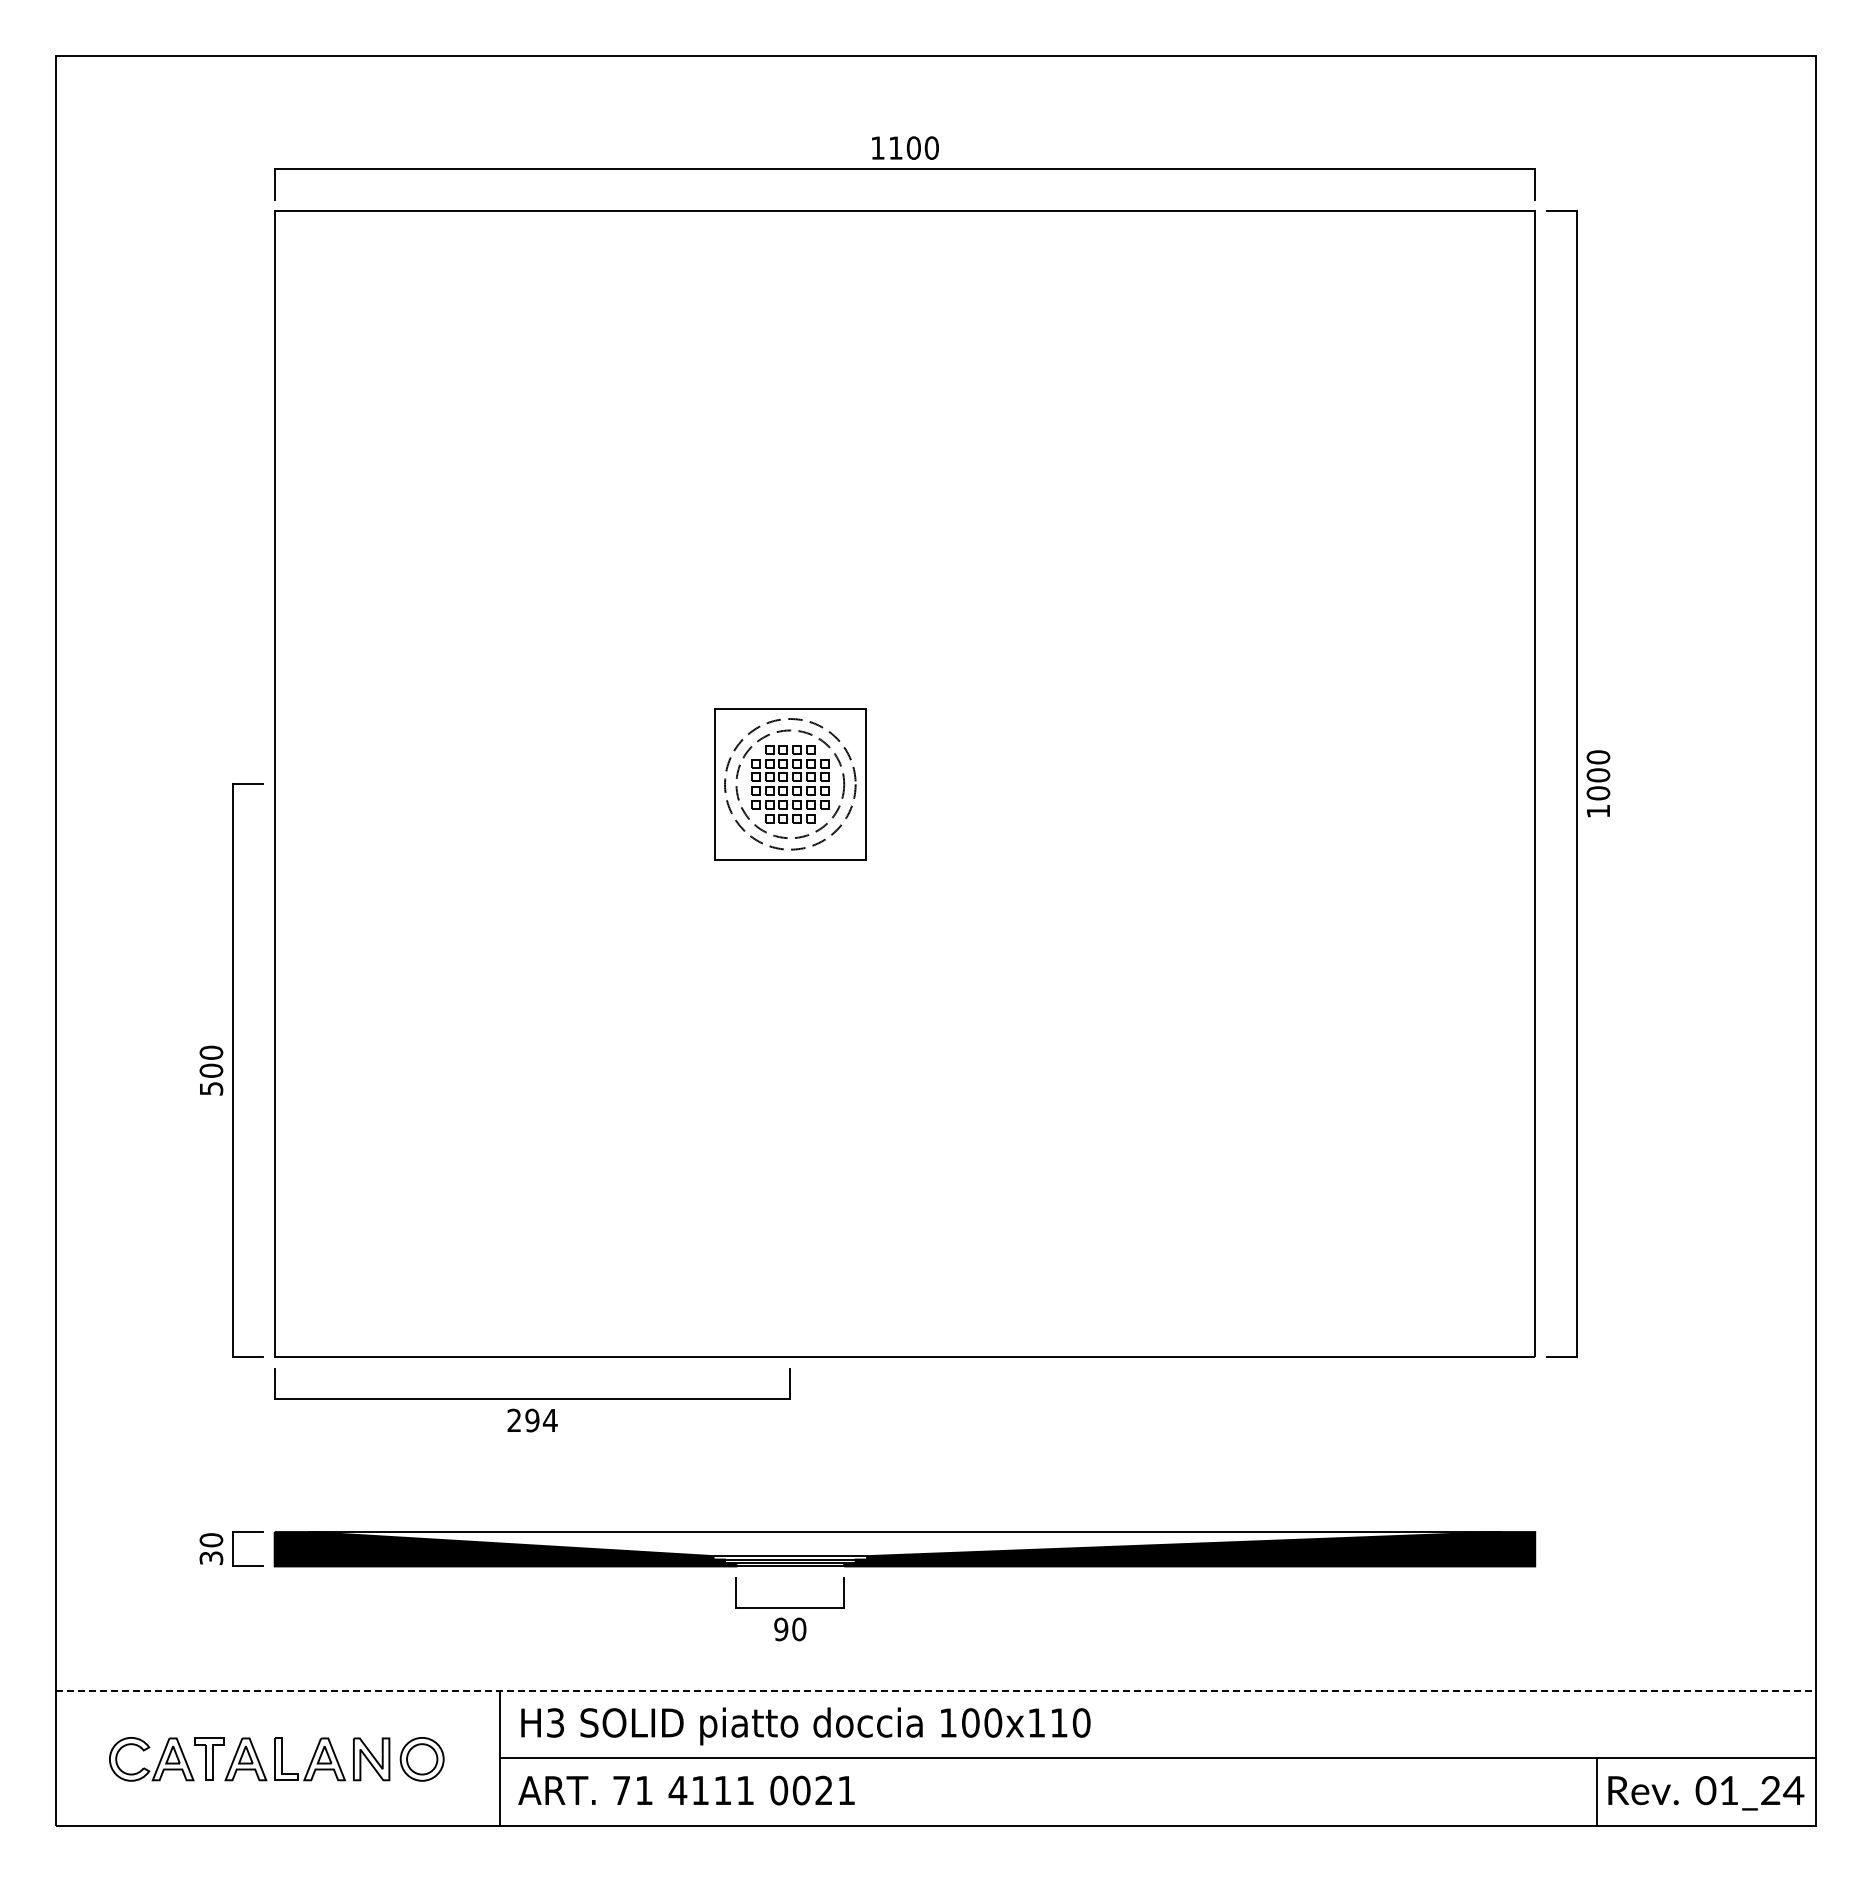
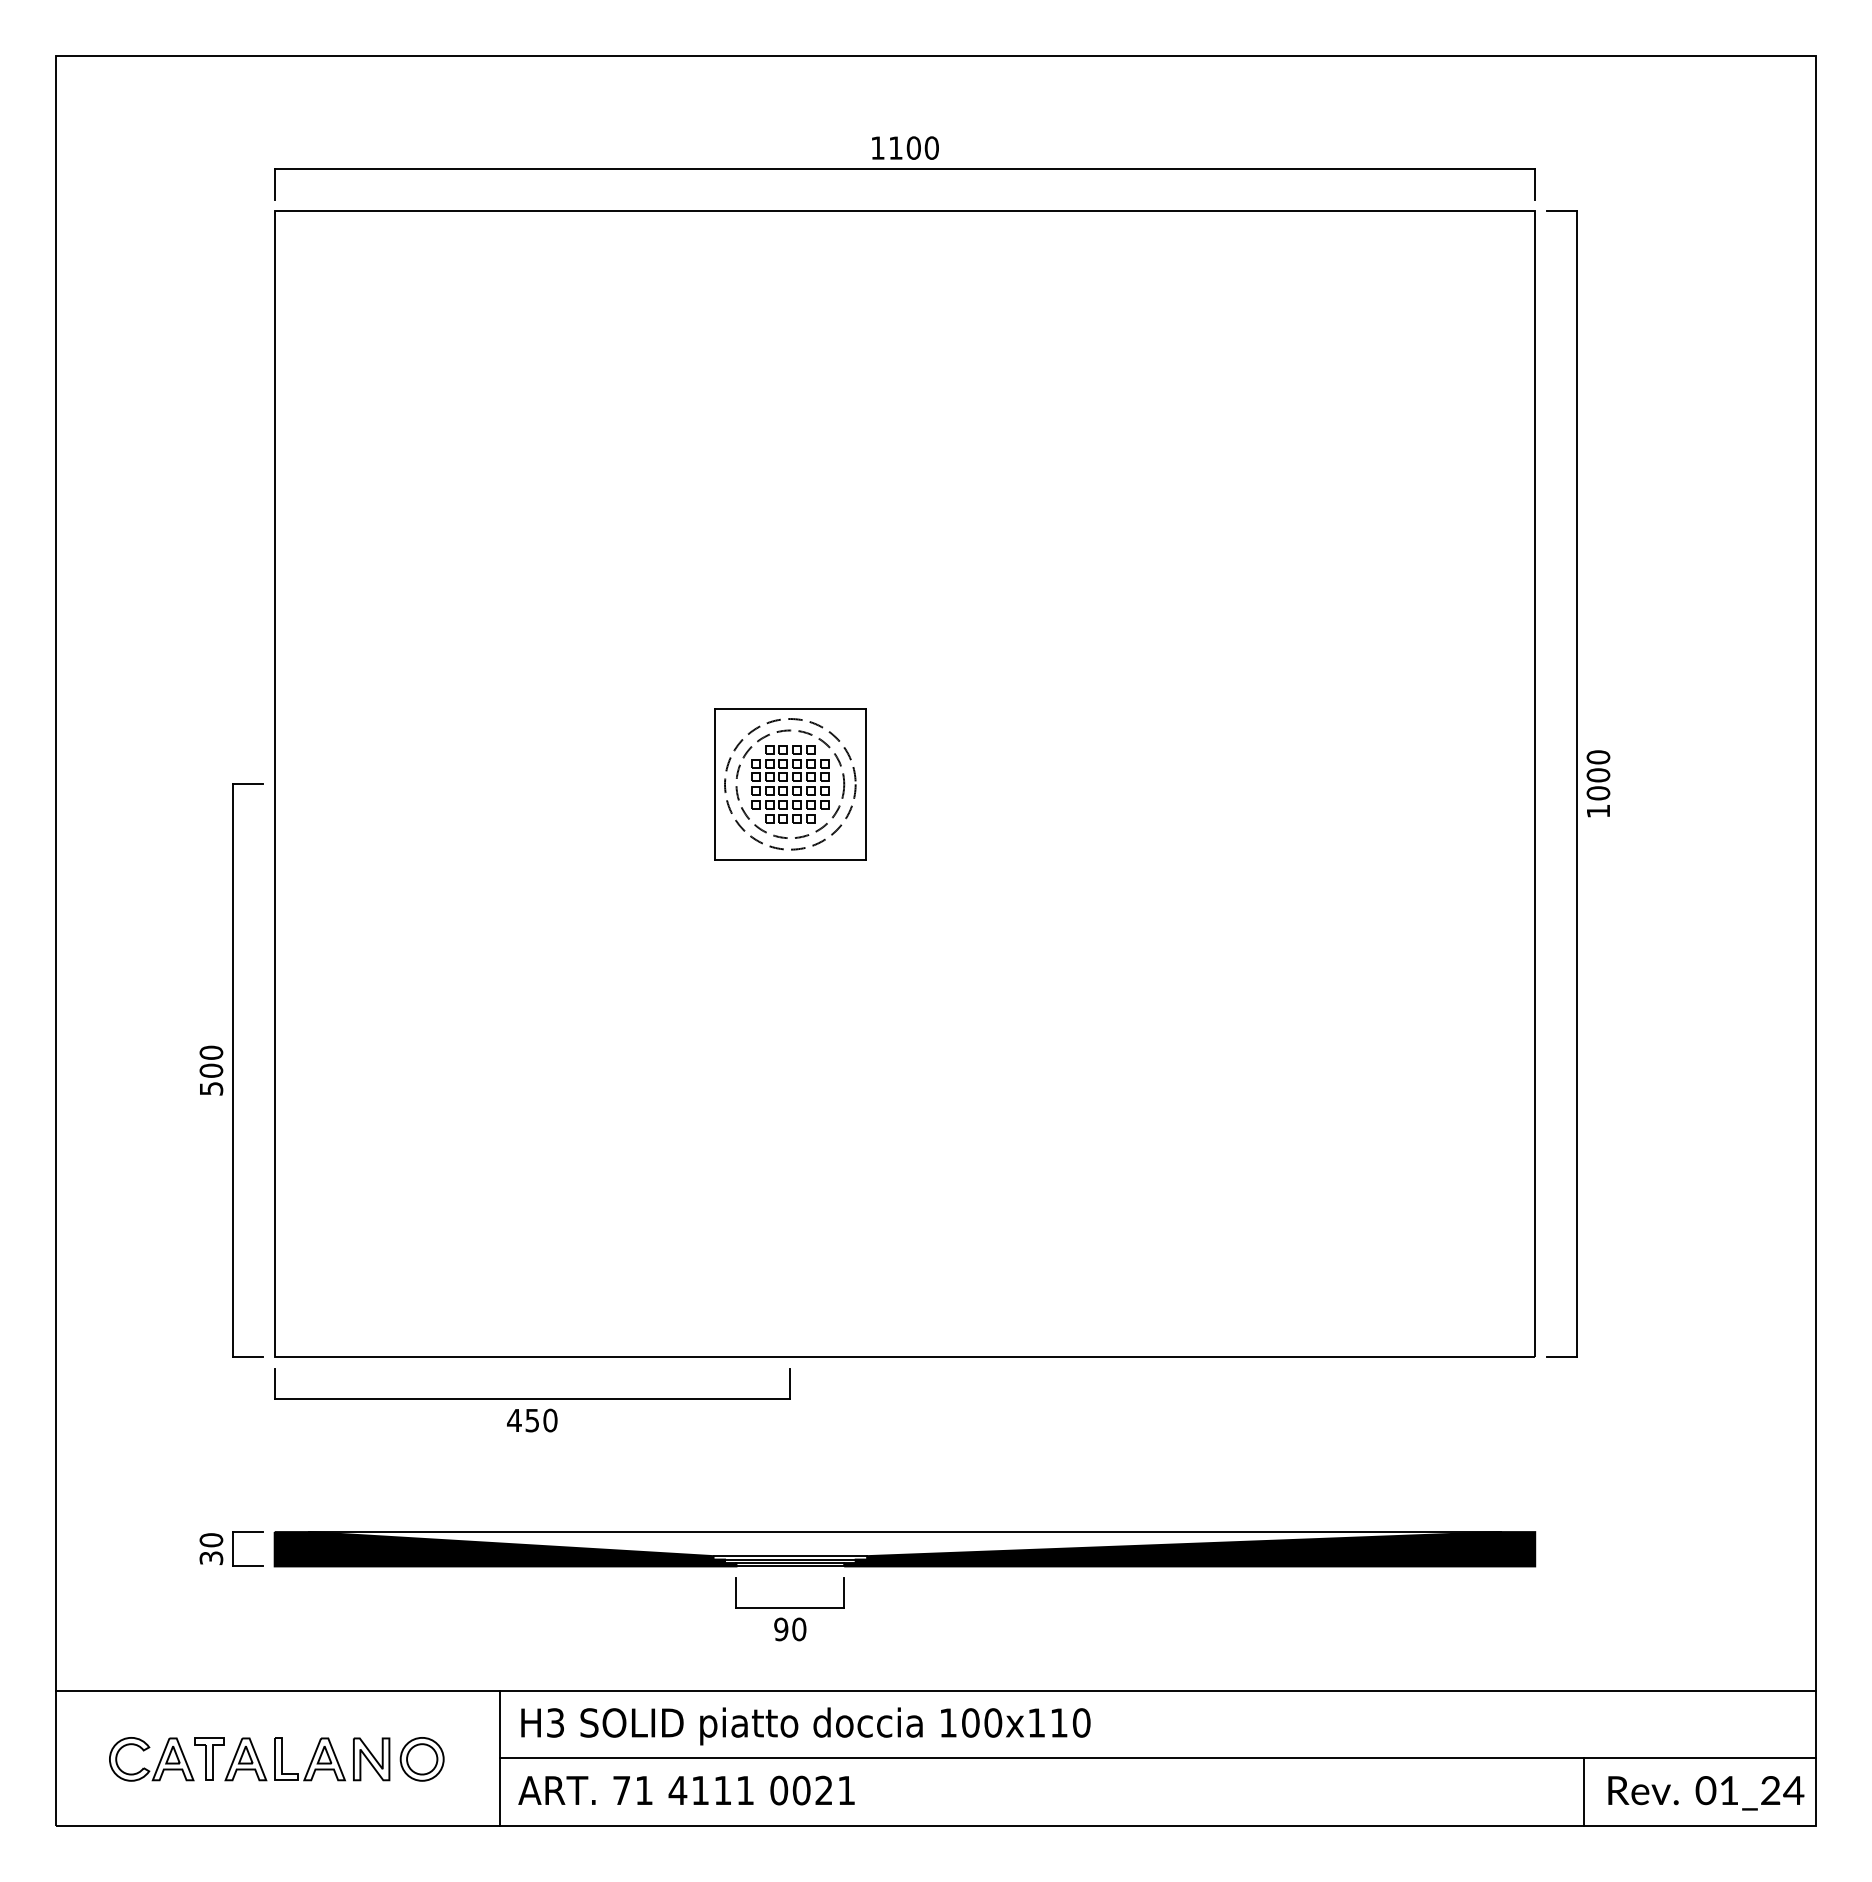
text at (532, 1420): 294 -> 450
line at (936, 1690): dashed -> solid
line at (1597, 1791) position: (1597, 1791) -> (1584, 1791)
